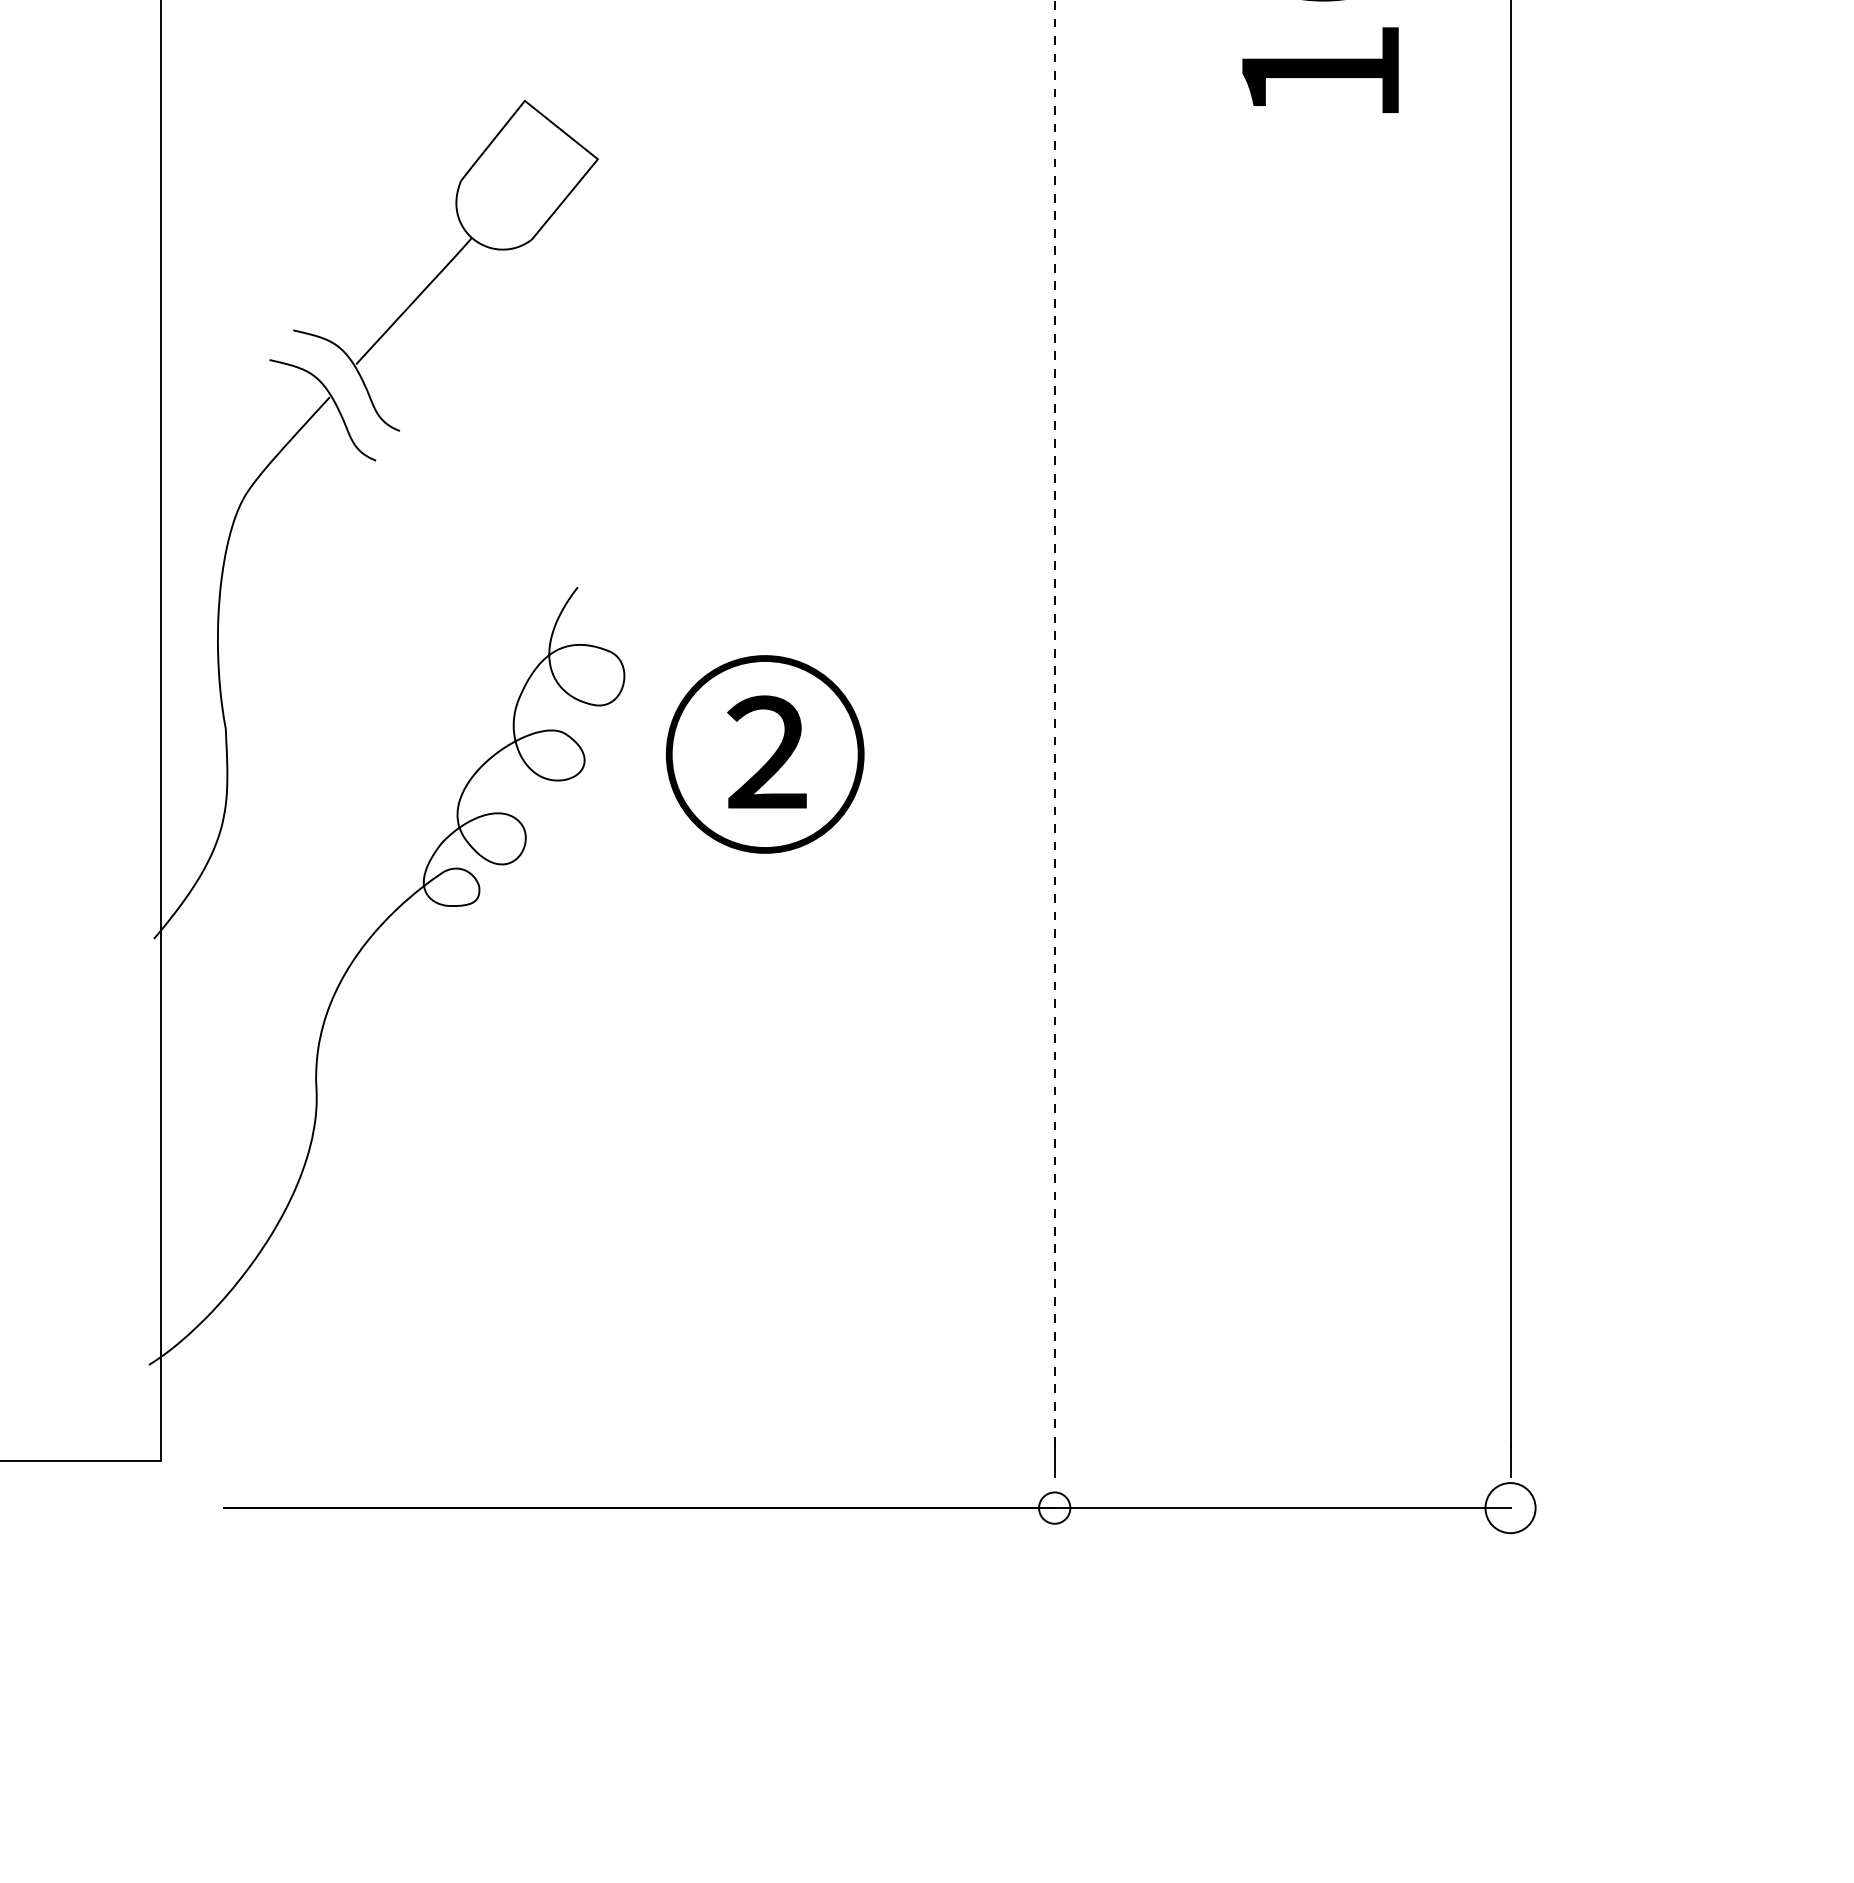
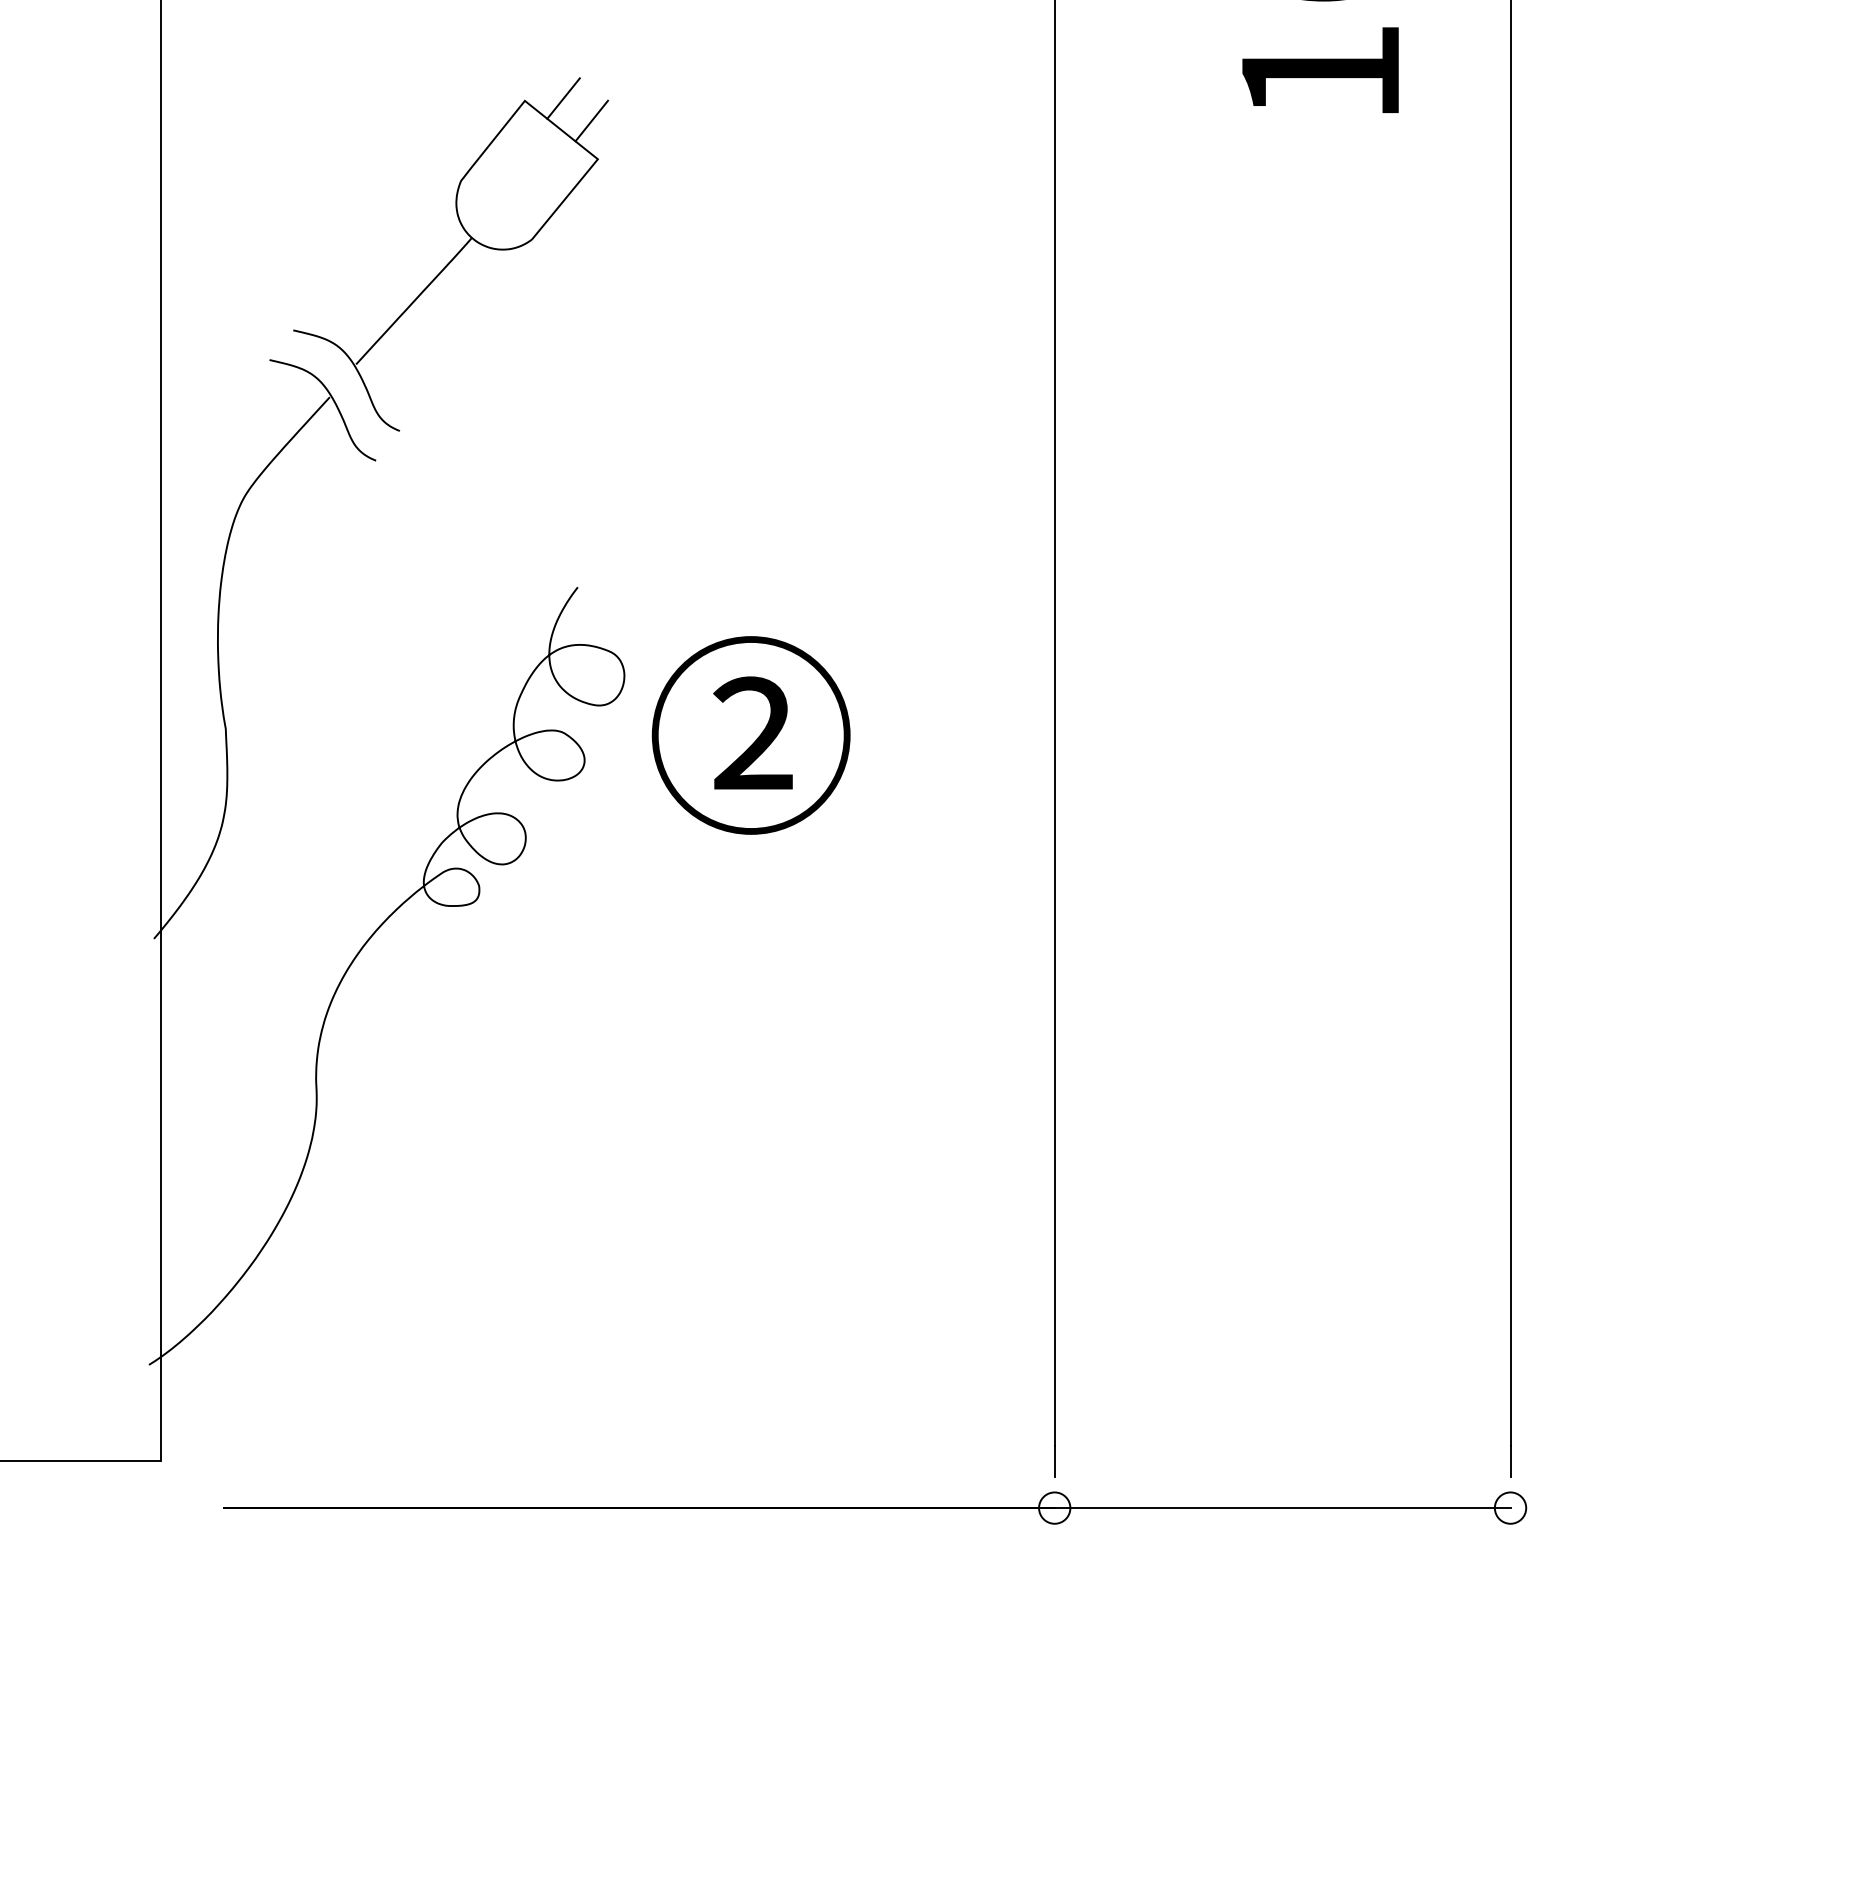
line at (563, 98): none -> present
line at (591, 120): none -> present
line at (1054, 722): dashed -> solid
text at (764, 754) position: (764, 754) -> (750, 735)
circle at (1510, 1508) diameter: 50 px -> 31 px
